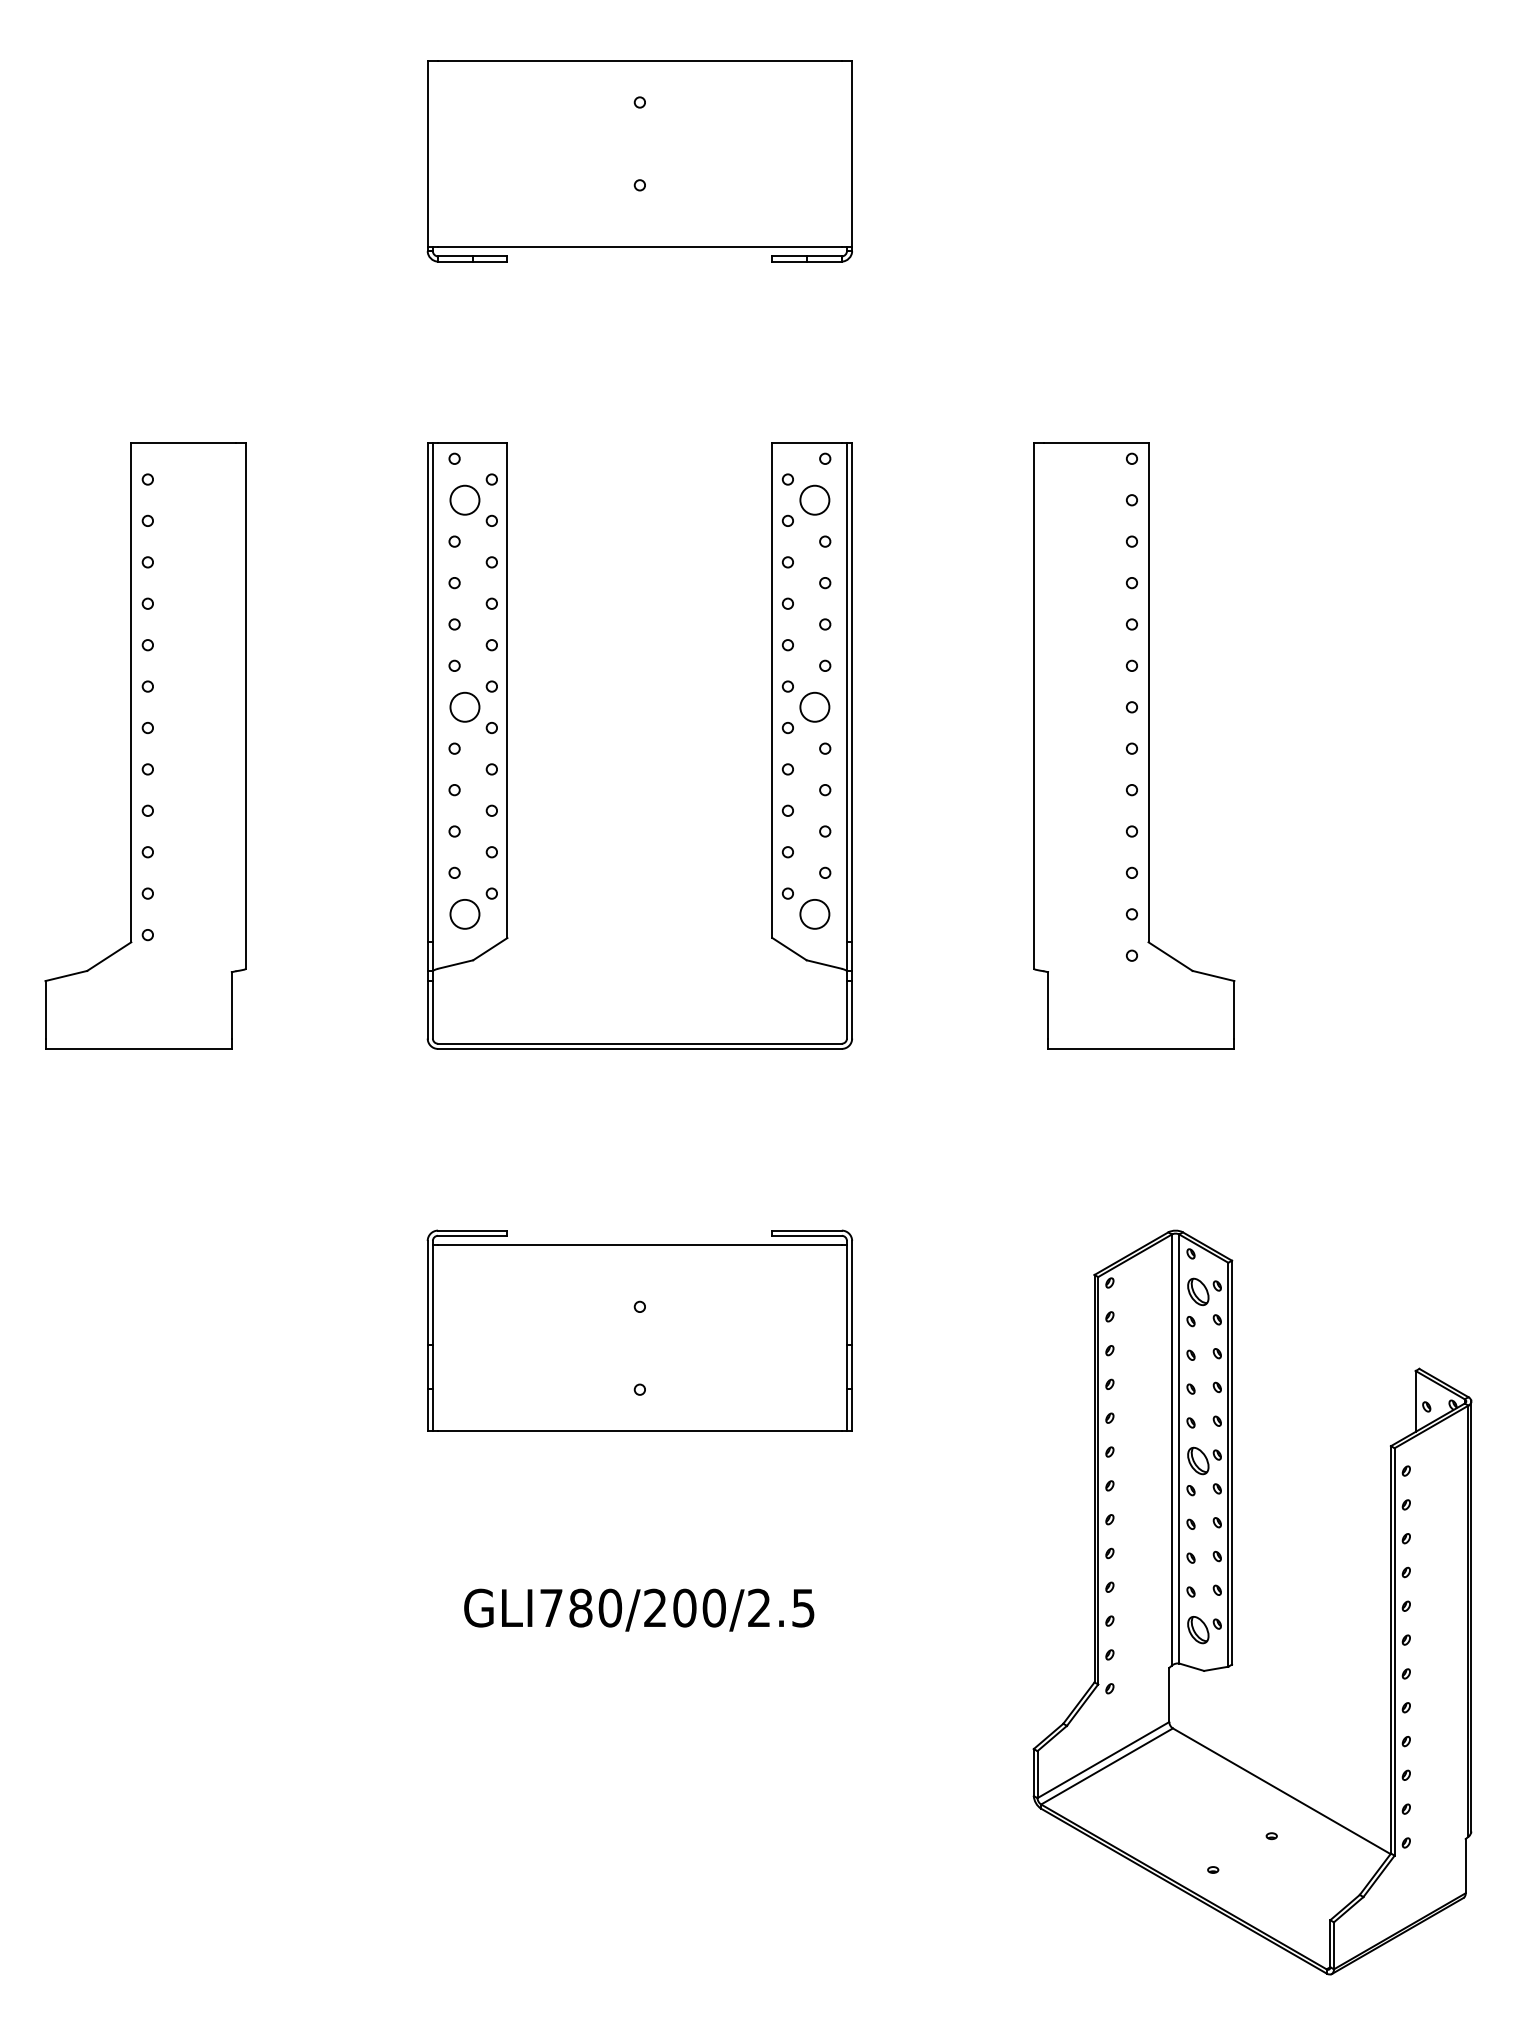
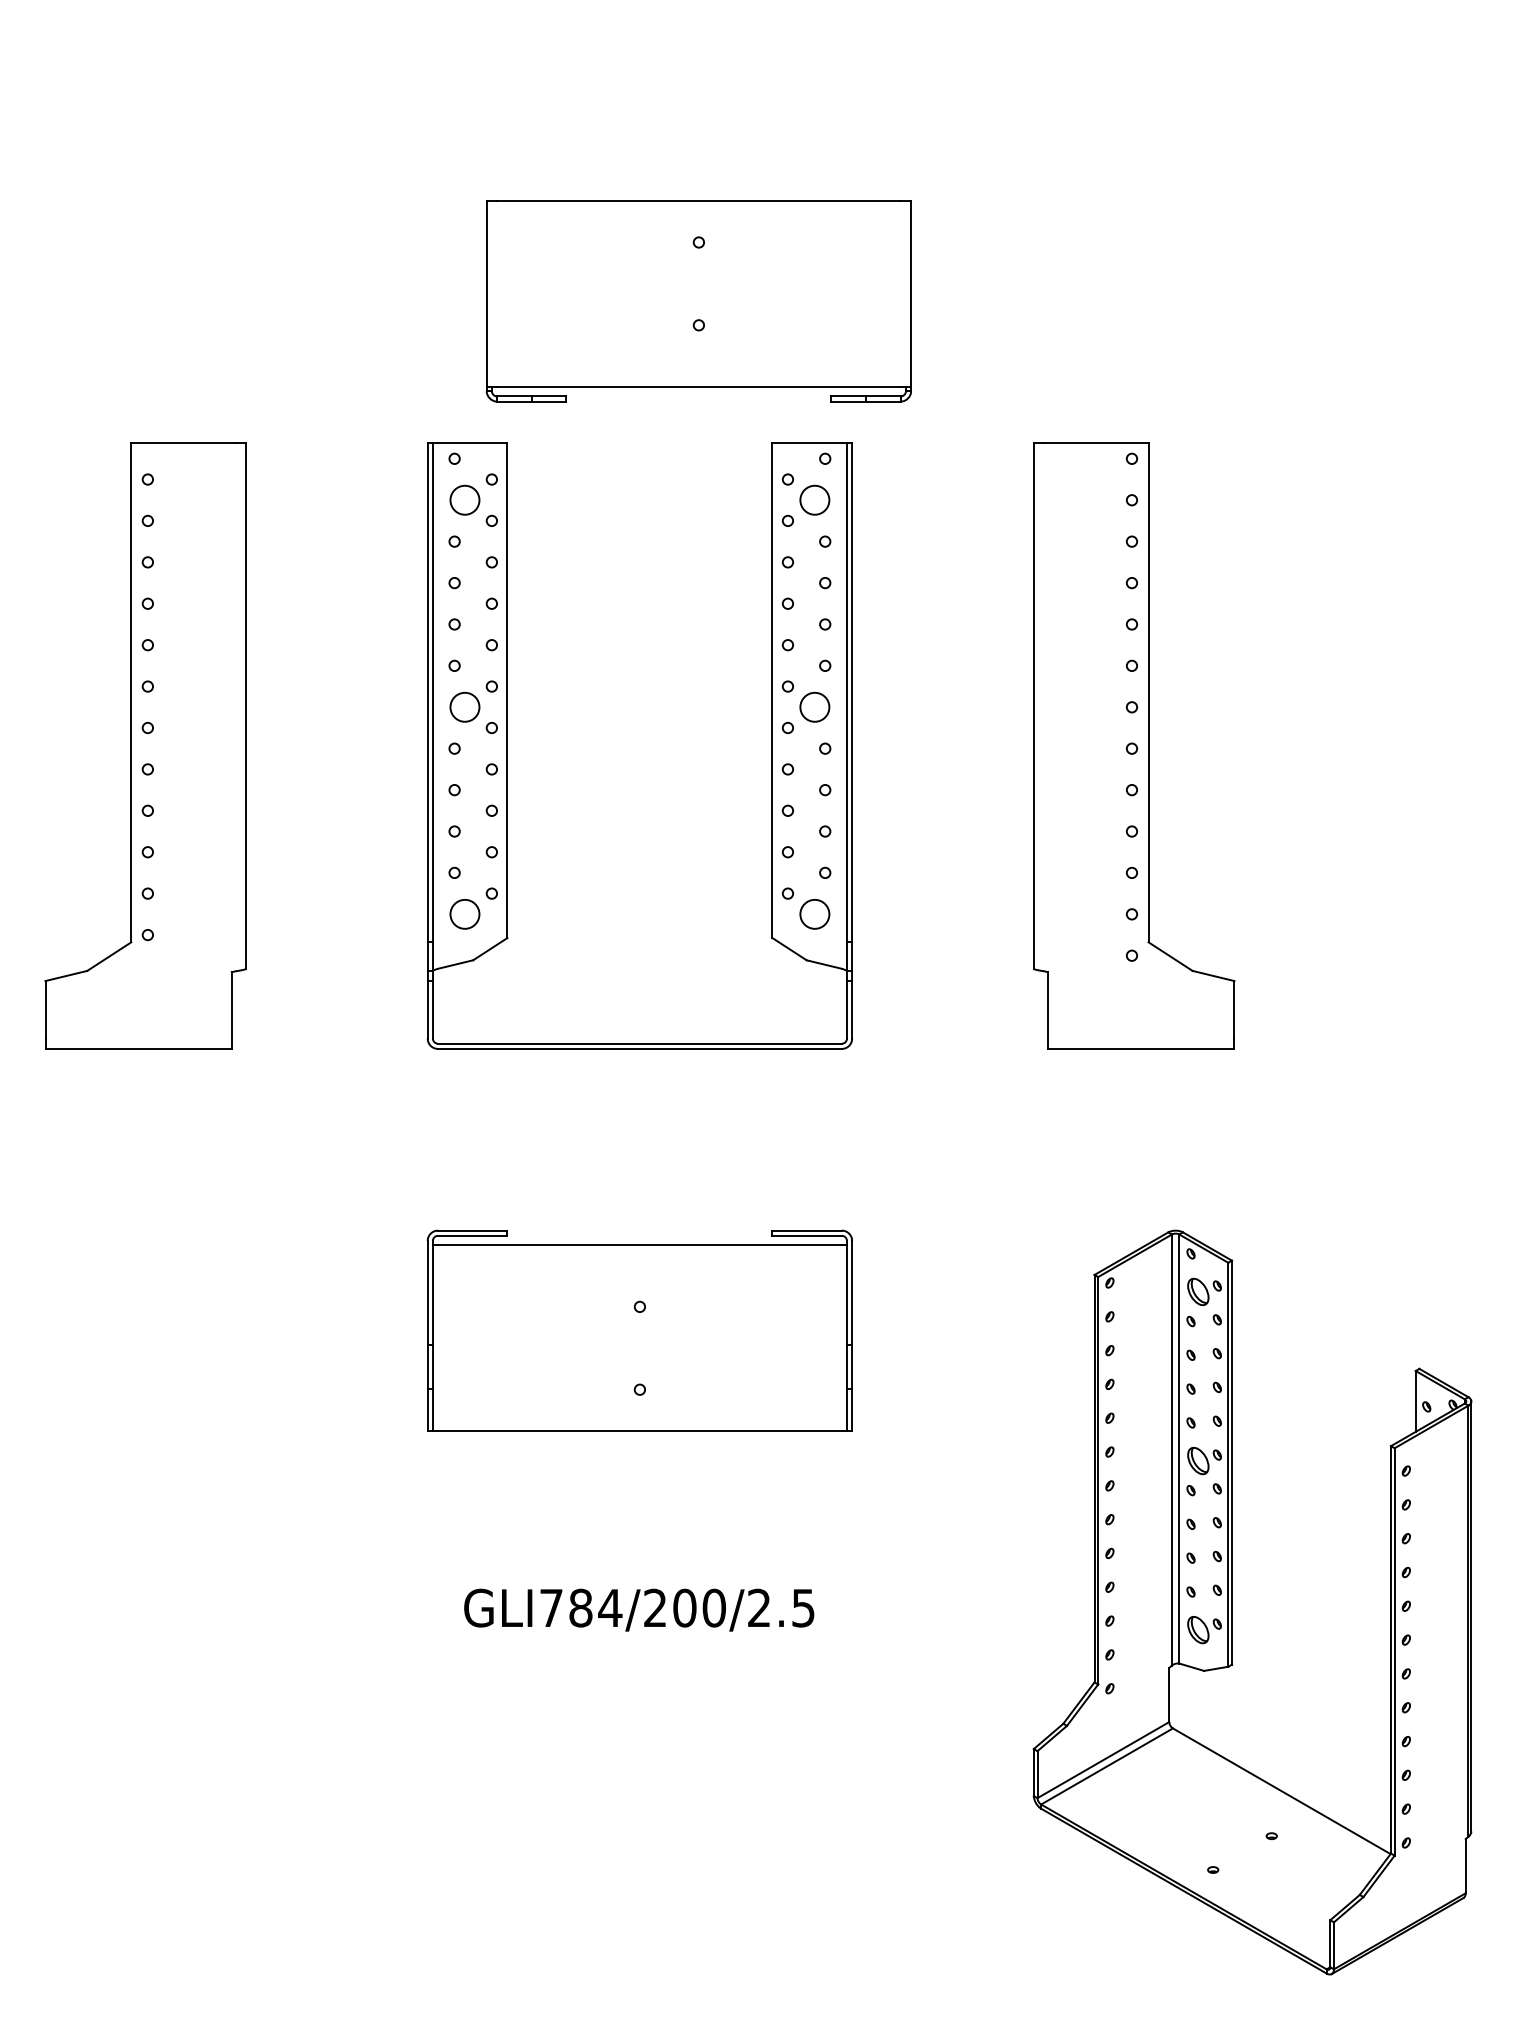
part at (639, 161) position: (639, 161) -> (698, 301)
text at (610, 1607): GLI780/200/2.5 -> GLI784/200/2.5
